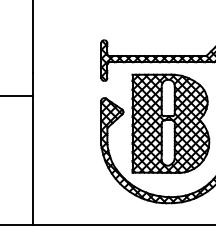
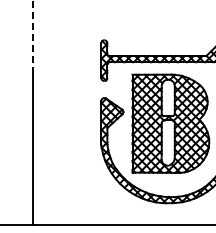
line at (32, 37): solid -> dashed
line at (17, 96): present -> none
